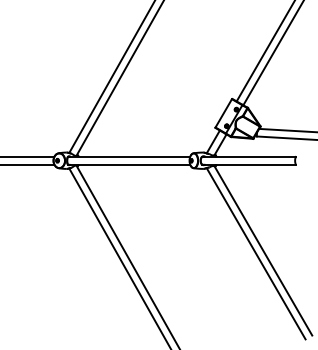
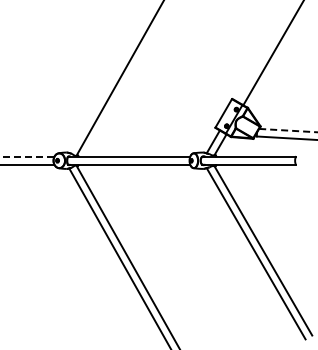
line at (264, 51): present -> none
line at (111, 77): present -> none
line at (288, 130): solid -> dashed
line at (27, 156): solid -> dashed
